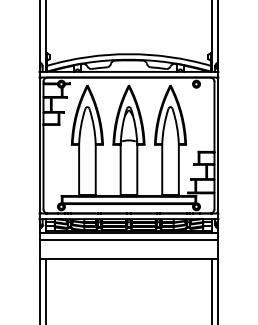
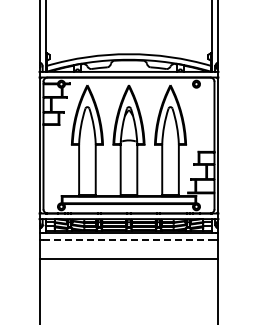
line at (129, 240): solid -> dashed
line at (45, 289): present -> none
line at (212, 289): present -> none
